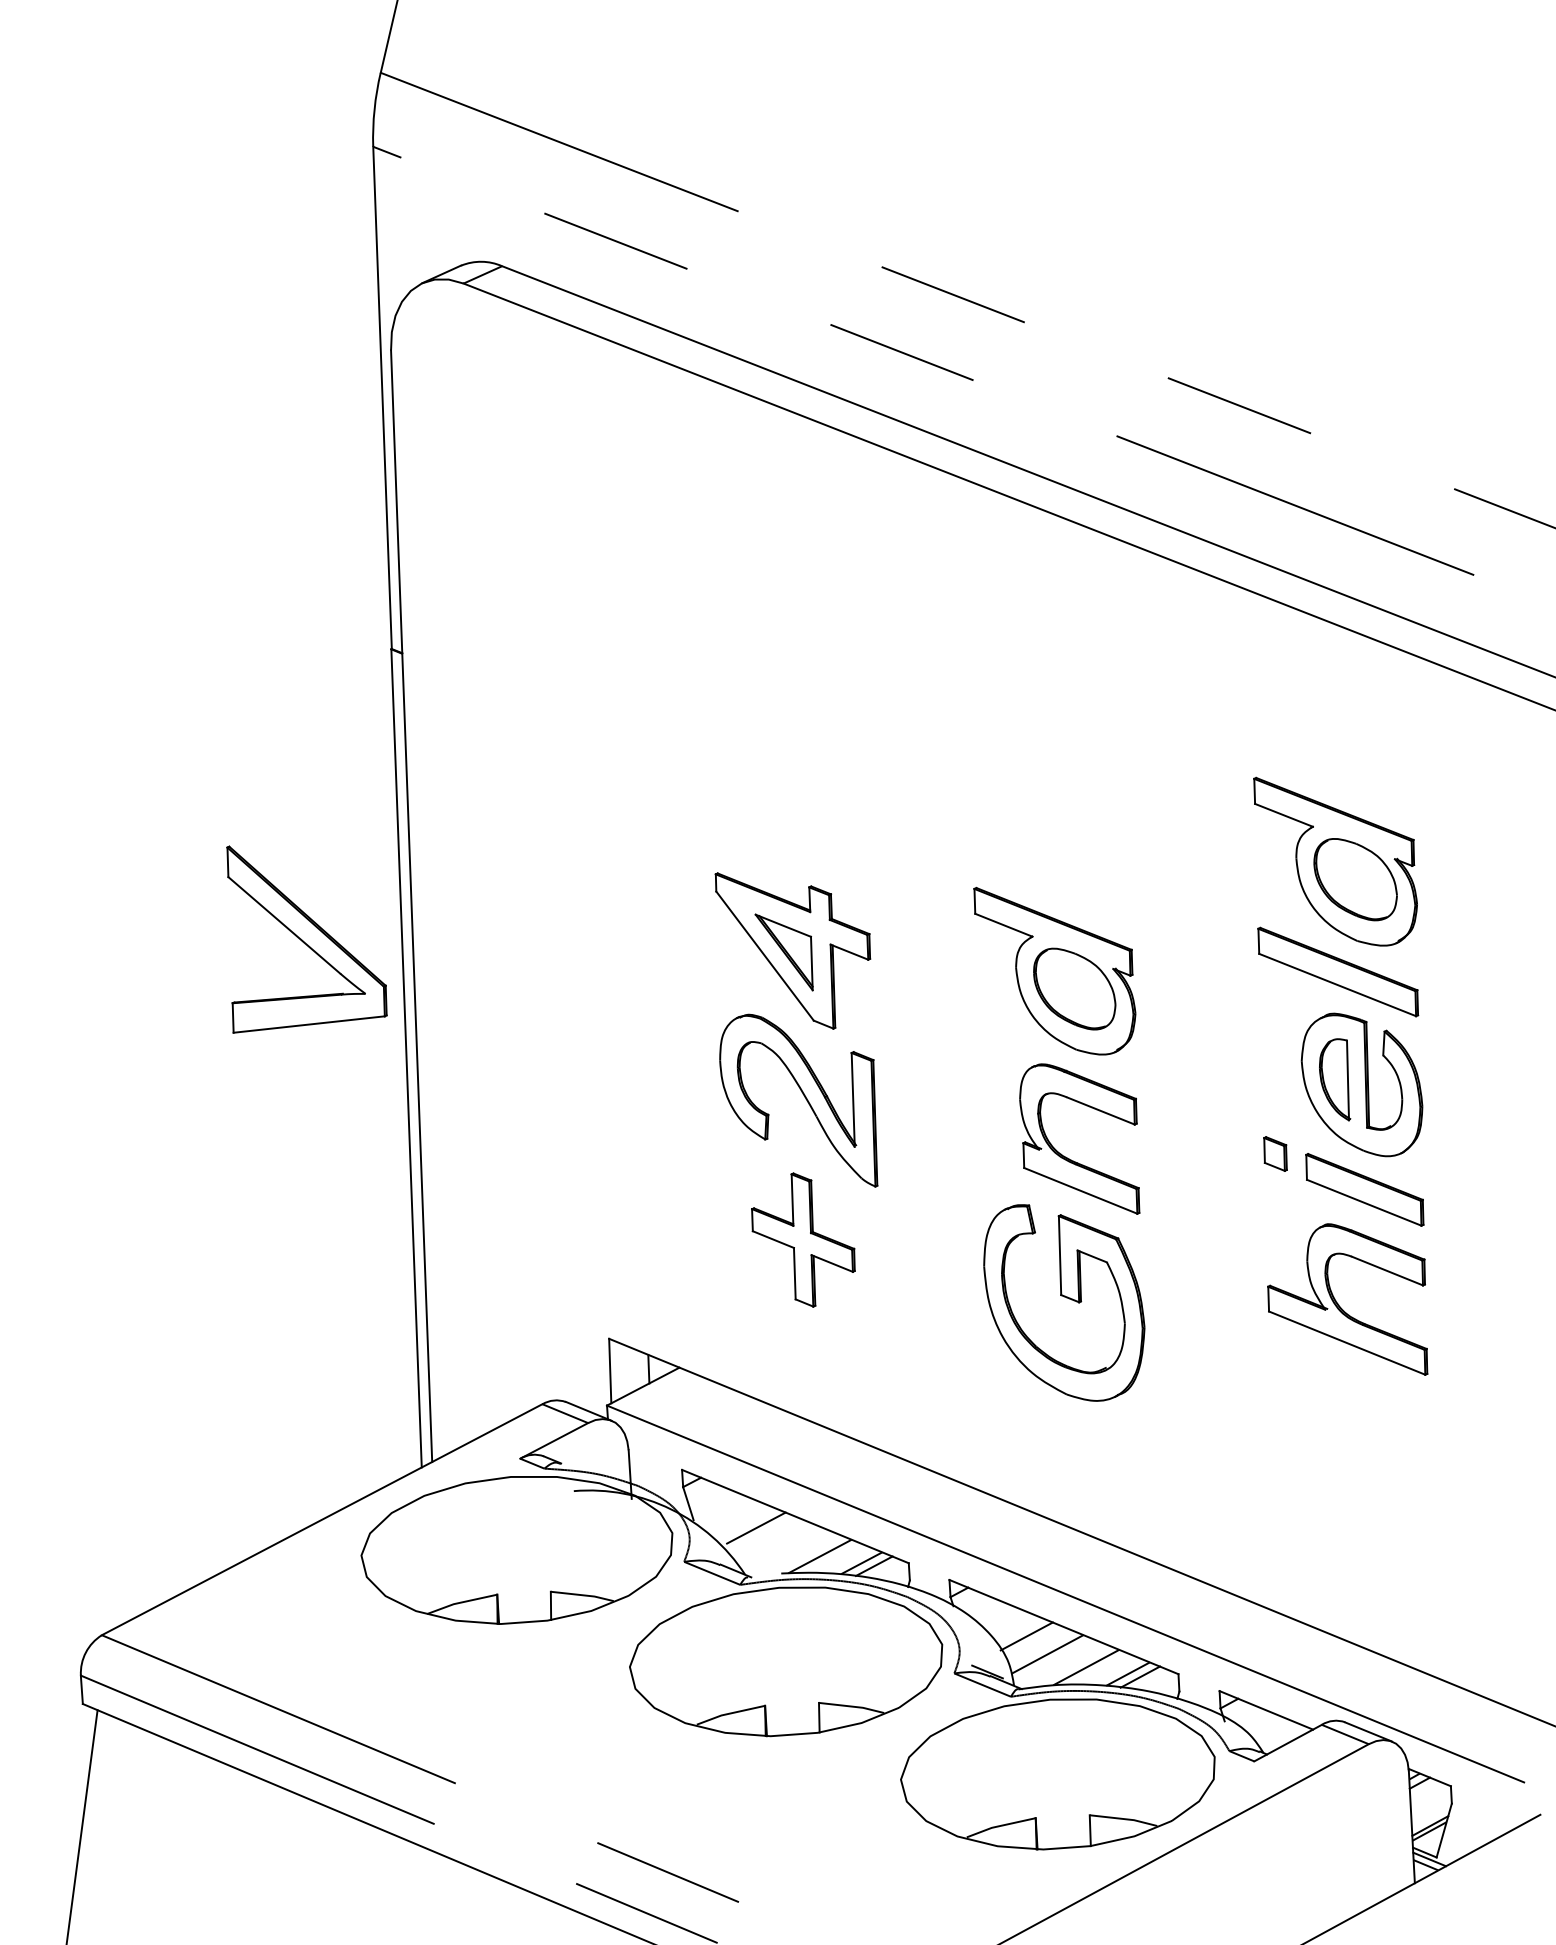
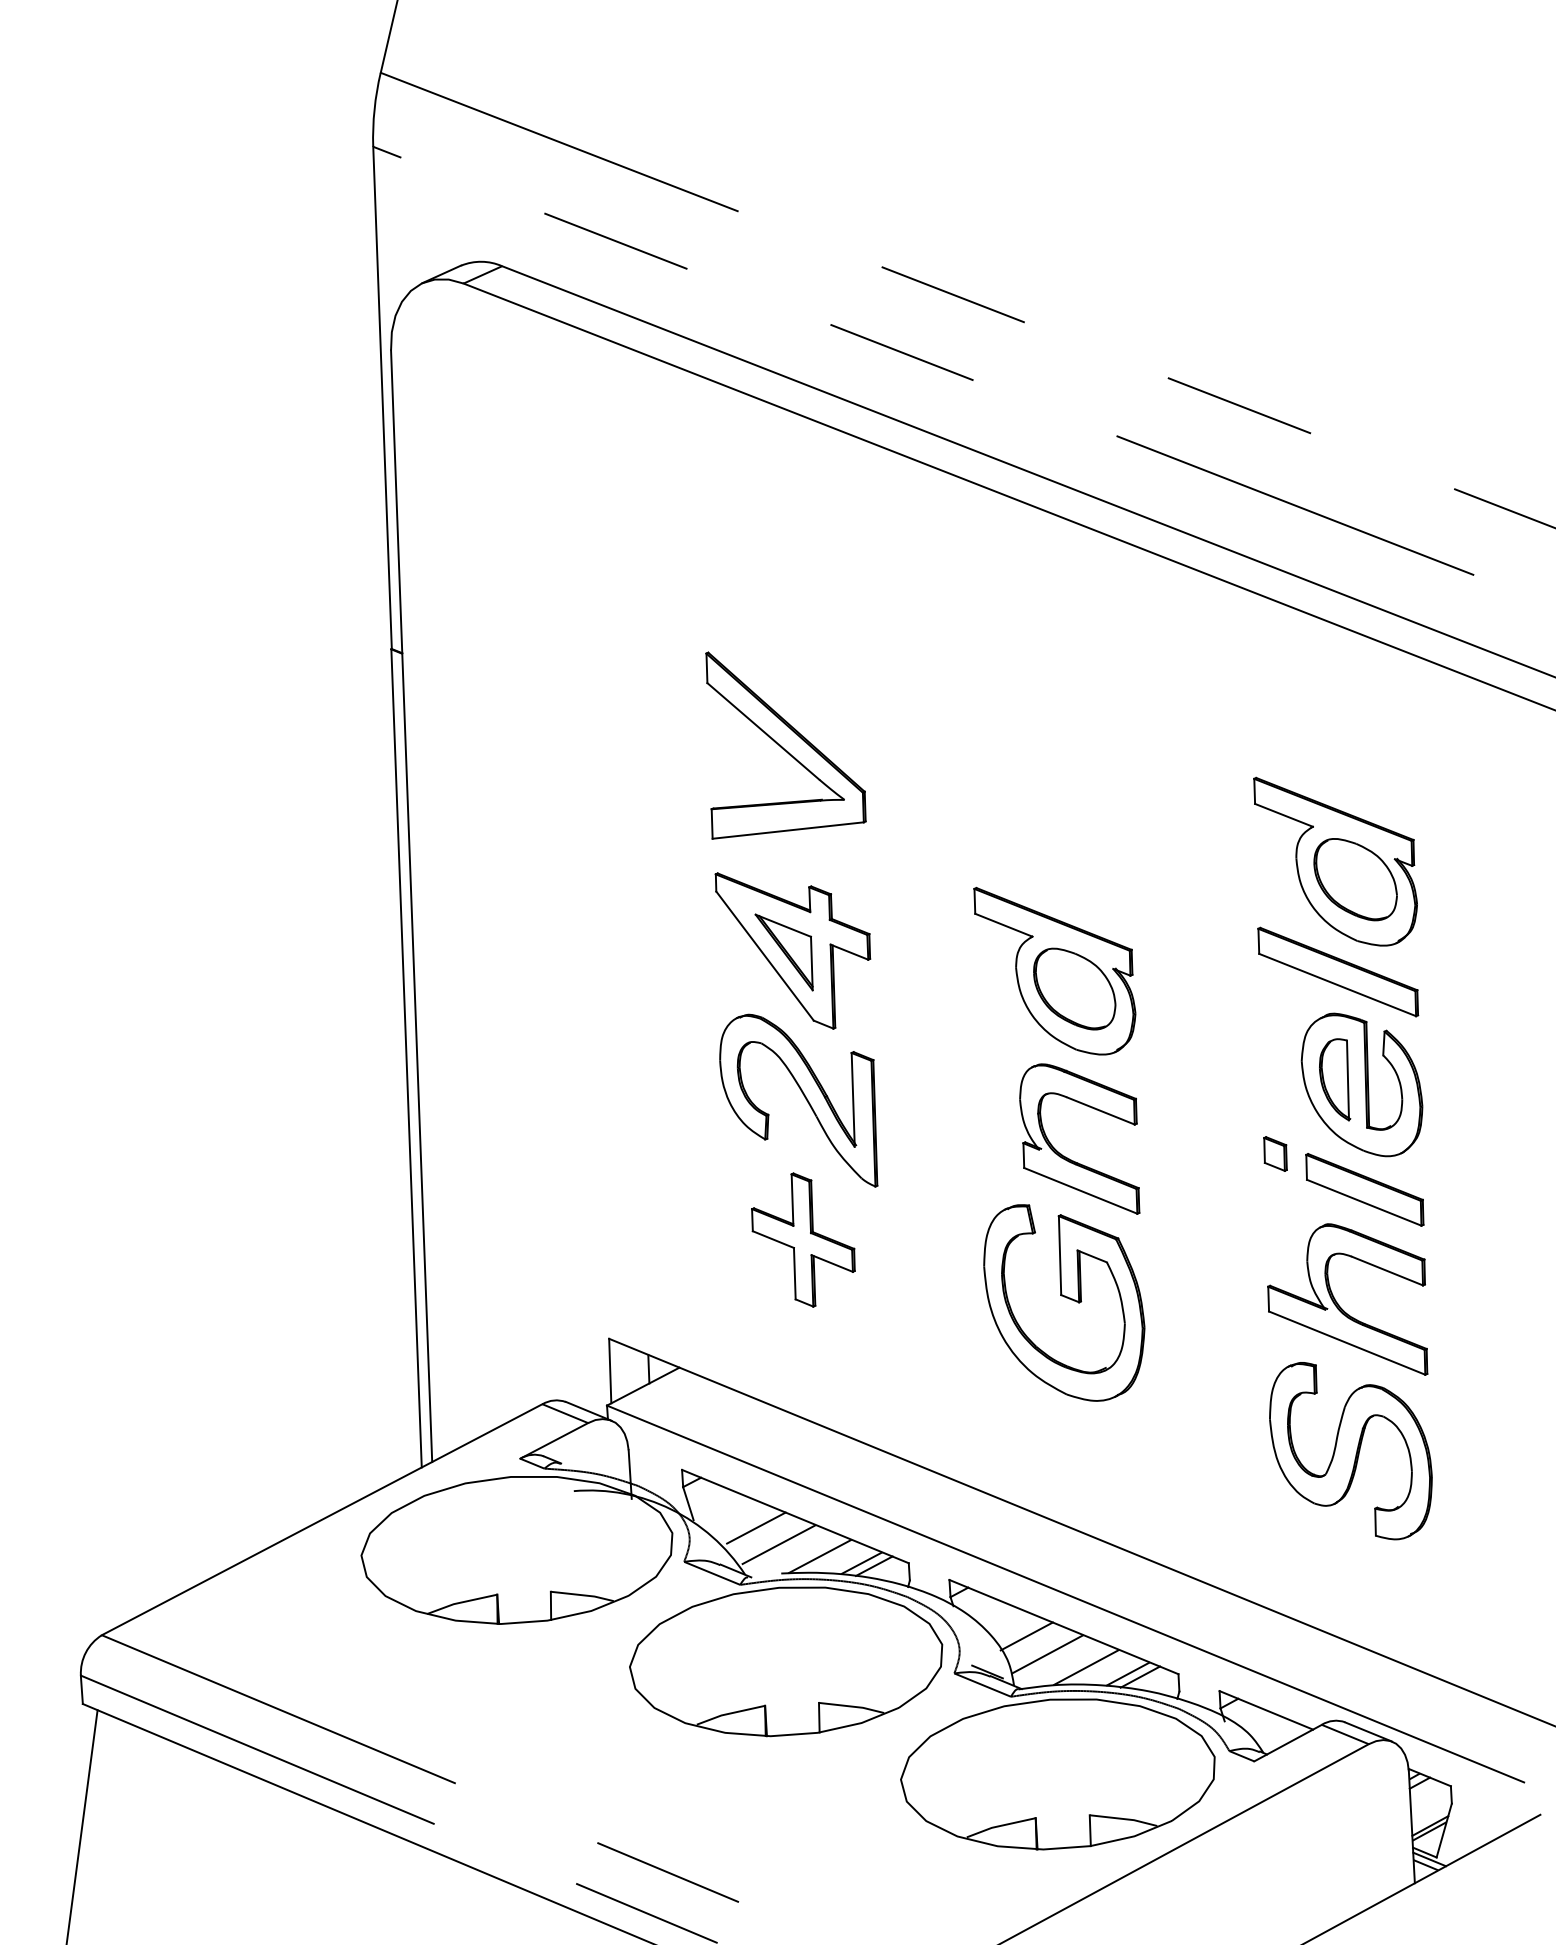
part at (306, 939) position: (306, 939) -> (785, 745)
part at (1350, 1451): none -> present
line at (778, 1544): none -> present
